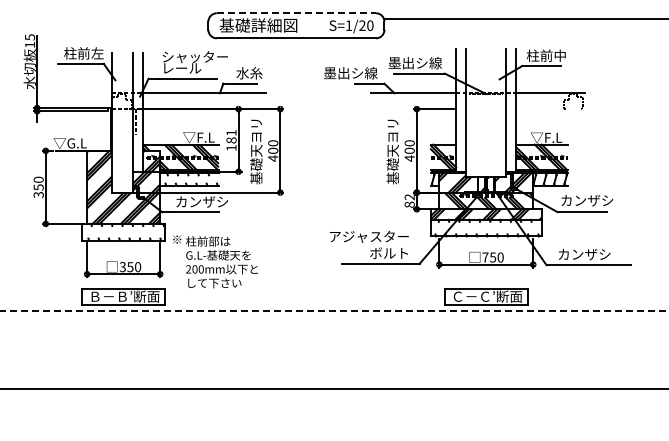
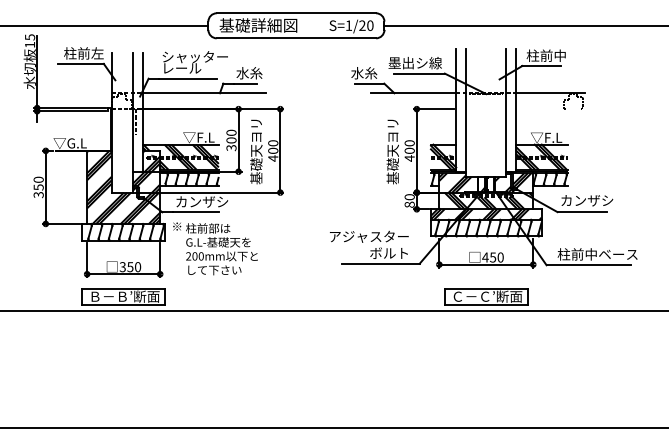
line at (296, 13): dashed -> solid
line at (524, 18) position: (524, 18) -> (524, 25)
line at (105, 25): none -> present
text at (350, 73): 墨出シ線 -> 水糸
text at (231, 140): 181 -> 300
hatch at (191, 179): none -> present
text at (409, 197): 82 -> 80
hatch at (487, 227): none -> present
hatch at (122, 231): none -> present
text at (597, 254): カンザシ -> 柱前中ベース
text at (485, 257): 750 -> 450
text at (215, 261) position: (215, 261) -> (215, 248)
line at (334, 310): dashed -> solid
line at (333, 388) position: (333, 388) -> (333, 427)
